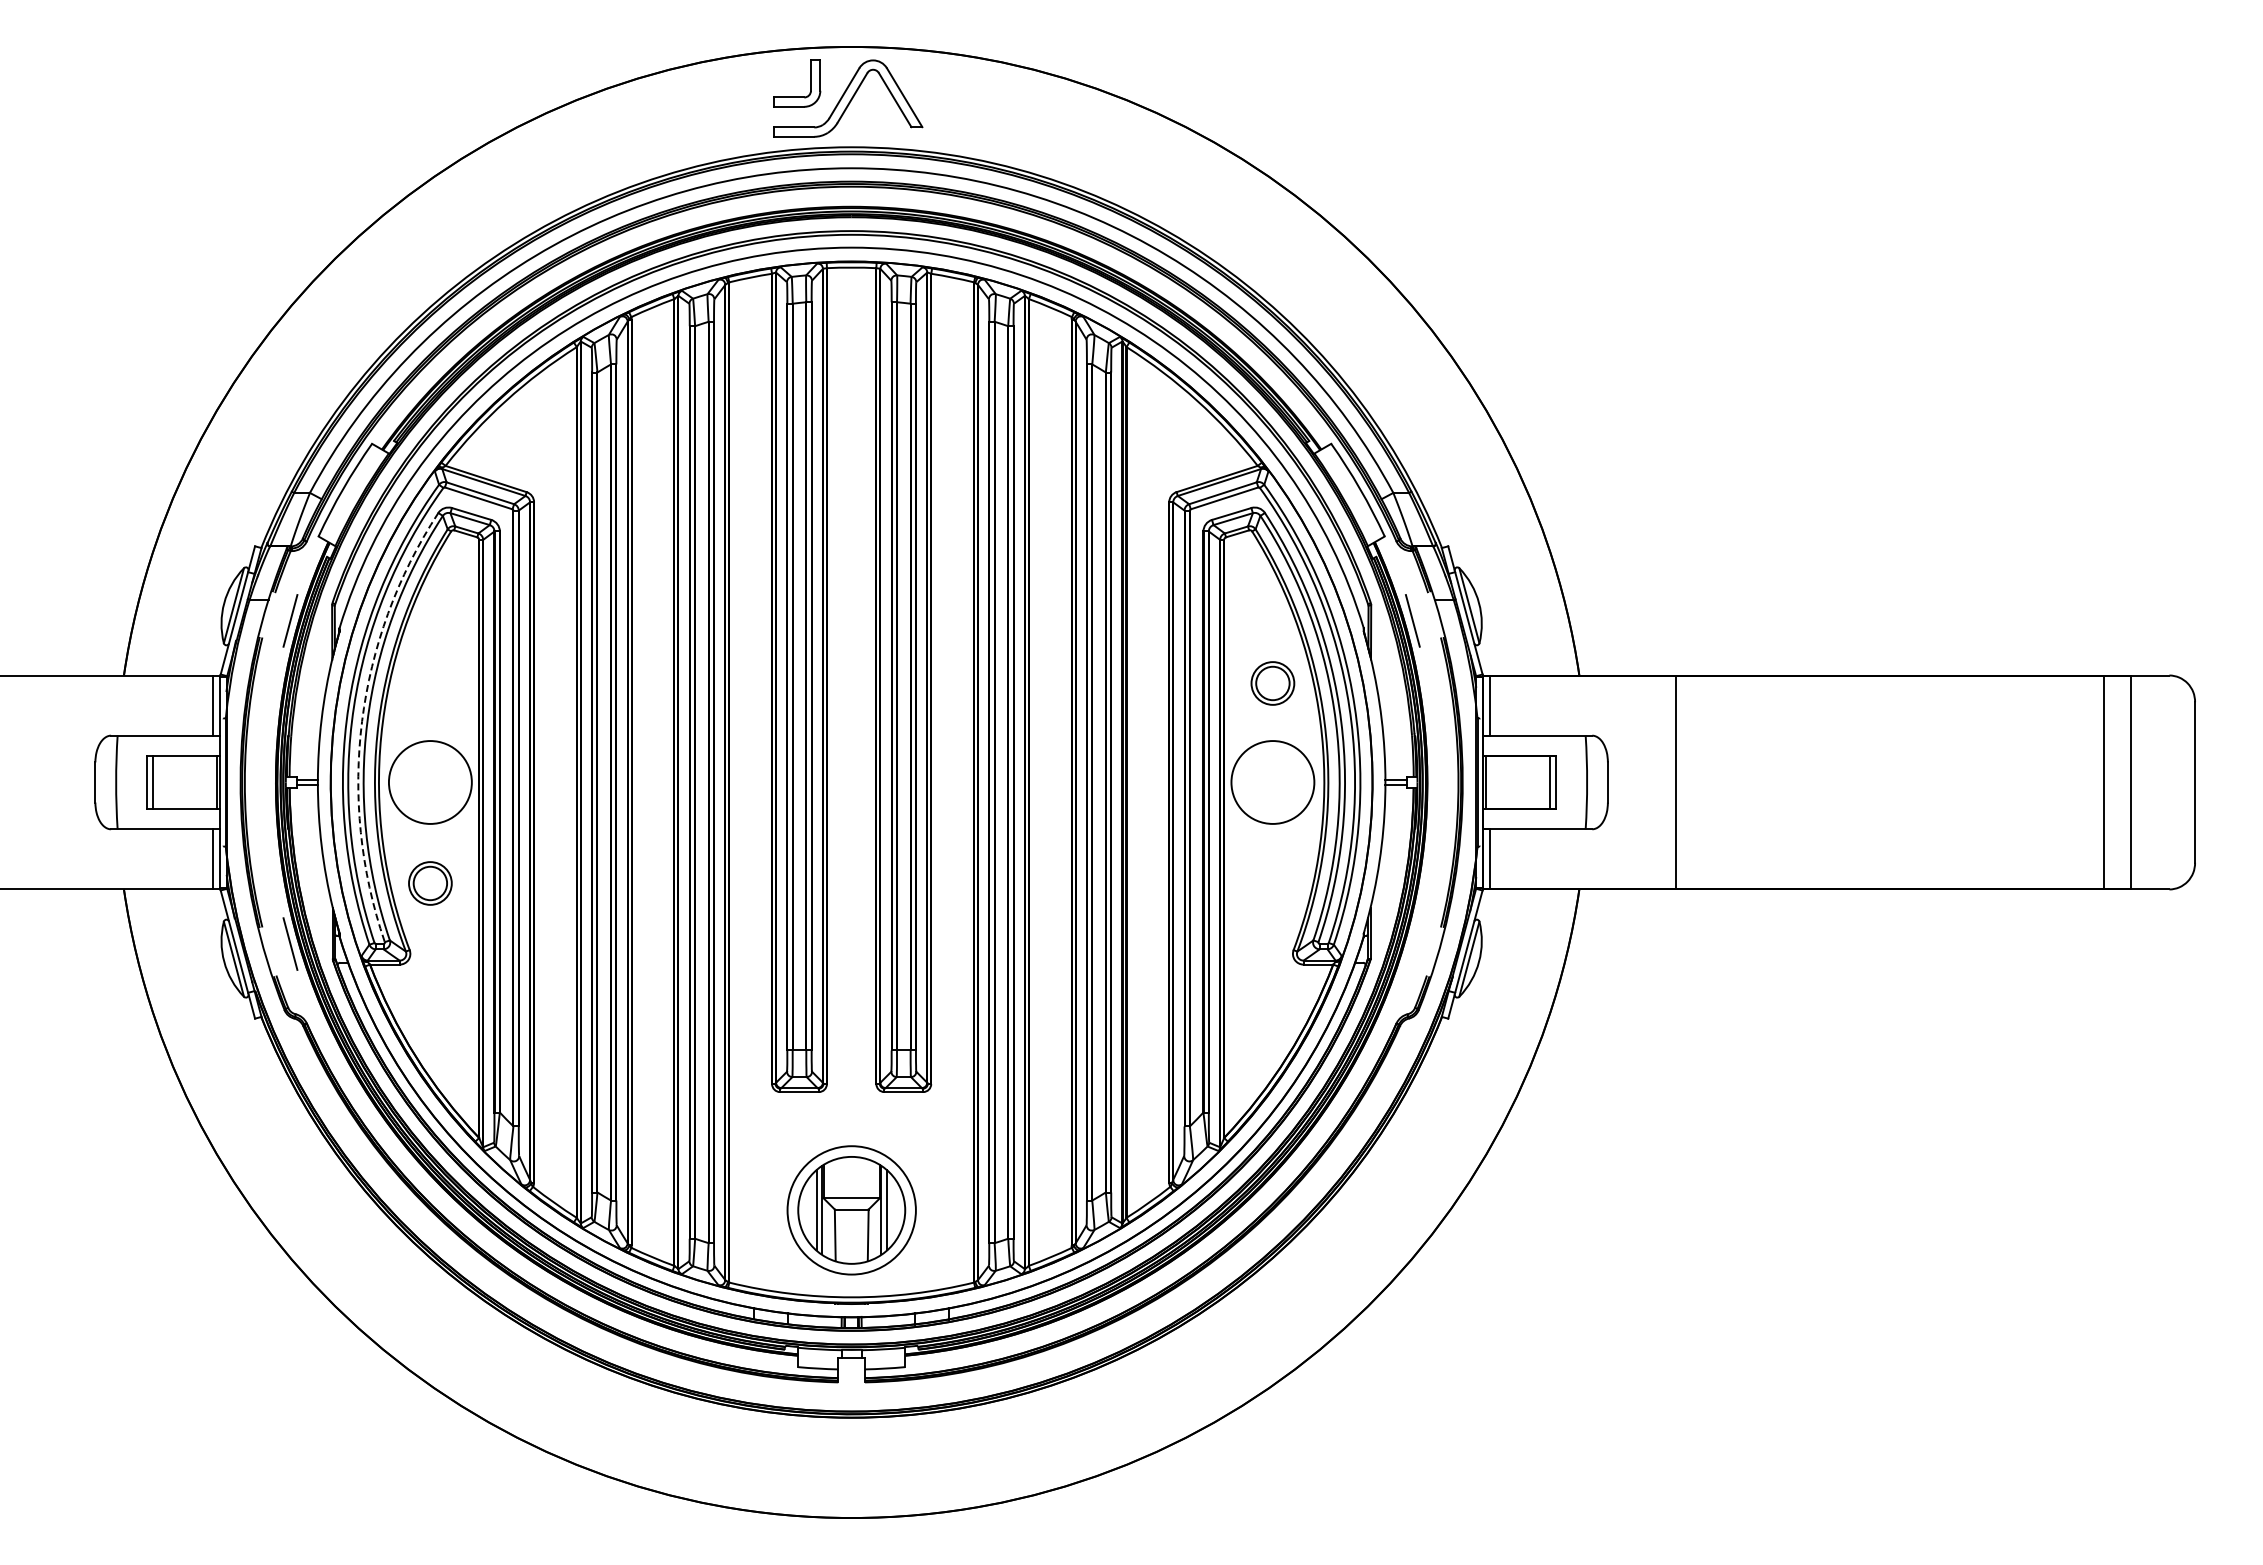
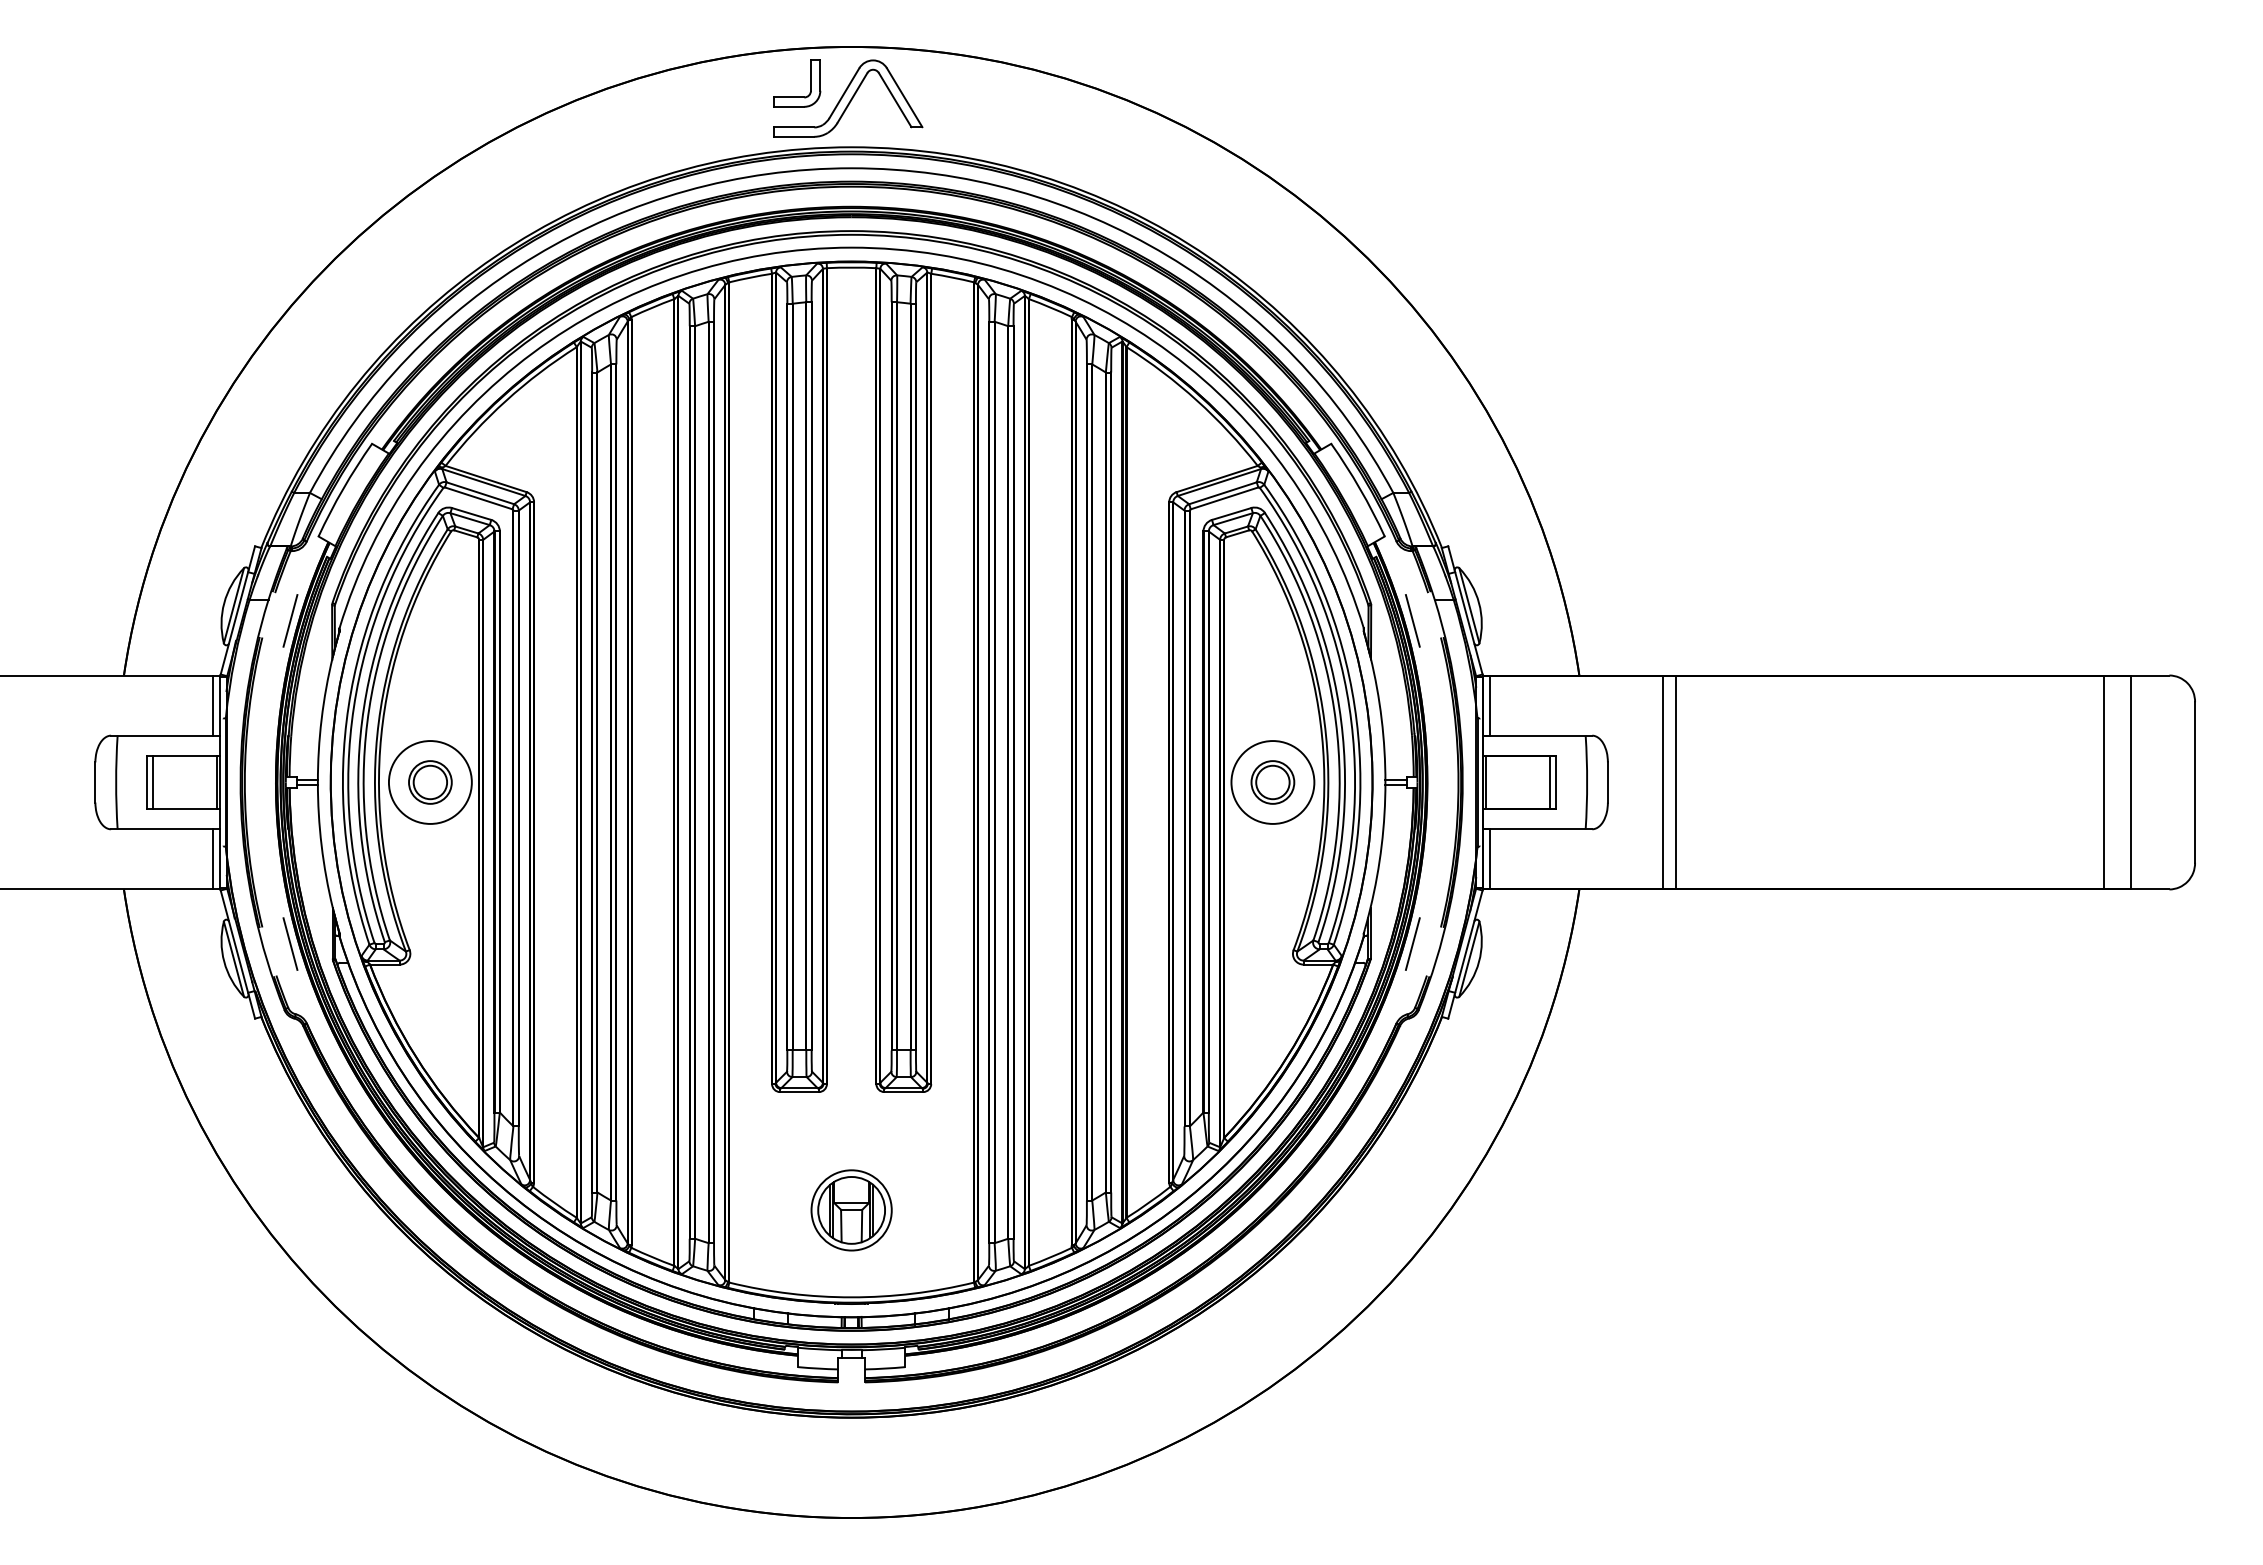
part at (1272, 683) position: (1272, 683) -> (1272, 782)
arc at (362, 721): dashed -> solid
line at (1662, 782): none -> present
part at (430, 883) position: (430, 883) -> (430, 782)
line at (1412, 943): none -> present
part at (851, 1210) size: 131x131 px -> 83x83 px
